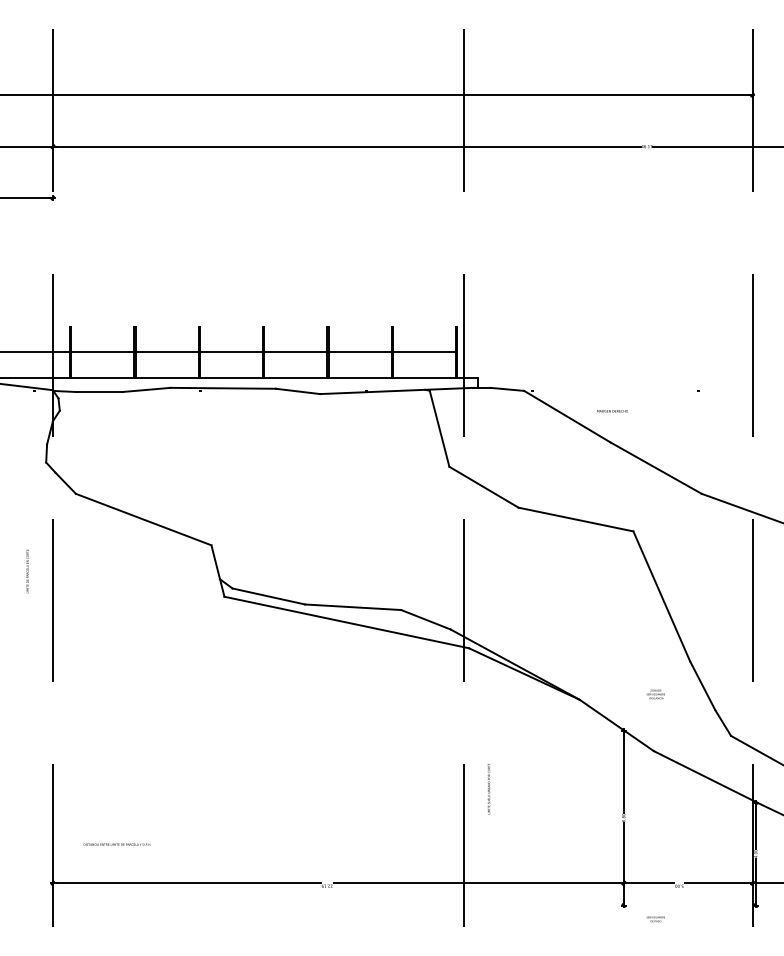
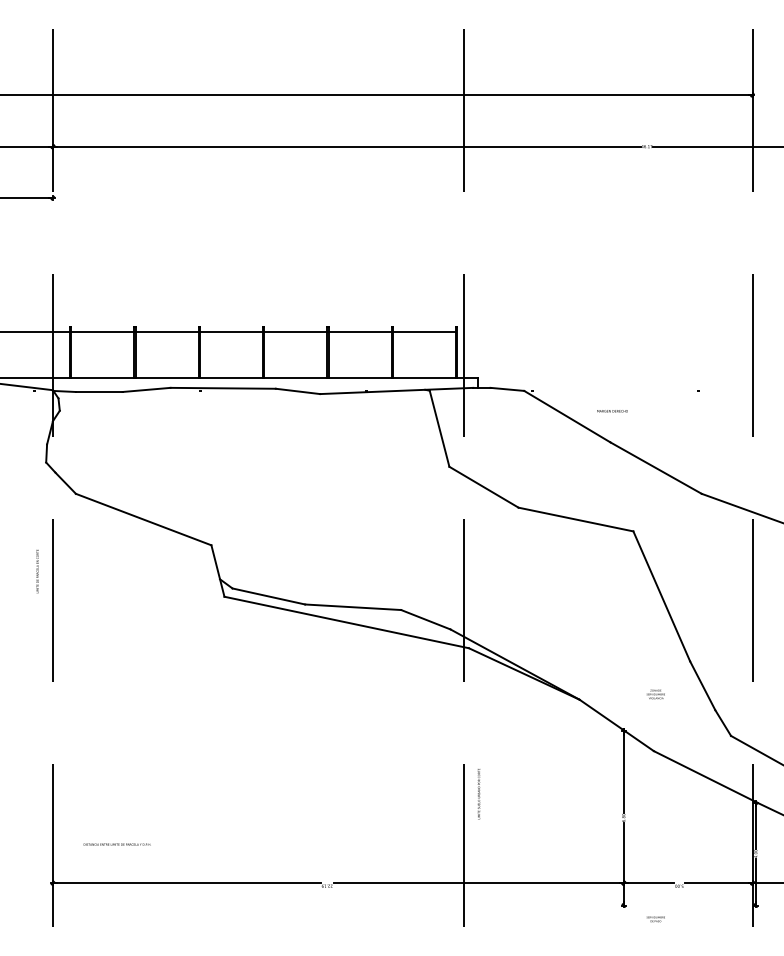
line at (229, 352) position: (229, 352) -> (229, 332)
text at (27, 571) position: (27, 571) -> (37, 571)
text at (488, 789) position: (488, 789) -> (478, 794)
